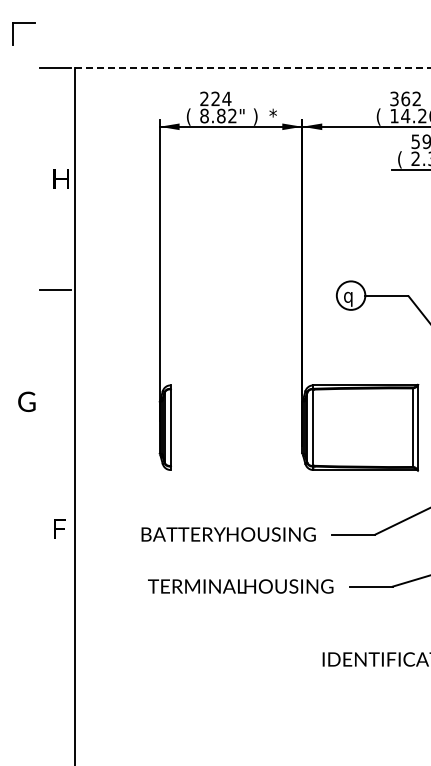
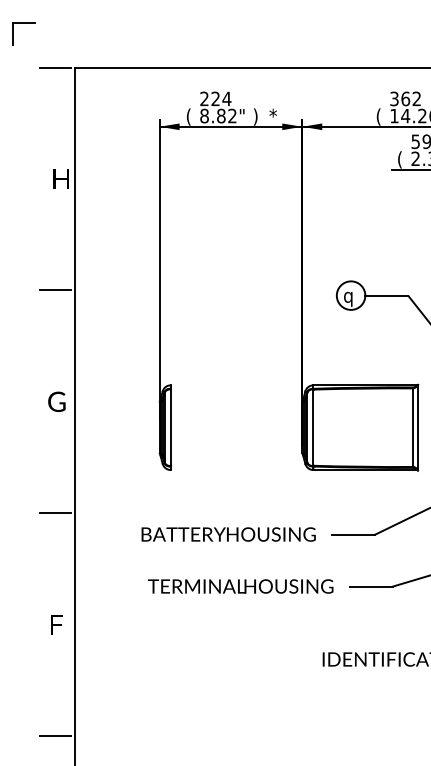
line at (253, 67): dashed -> solid
text at (26, 401) position: (26, 401) -> (56, 401)
line at (54, 513): none -> present
text at (59, 528) position: (59, 528) -> (56, 624)
line at (54, 736): none -> present
